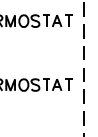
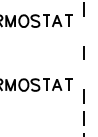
line at (83, 31): present -> none
line at (83, 74): present -> none
